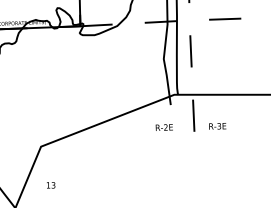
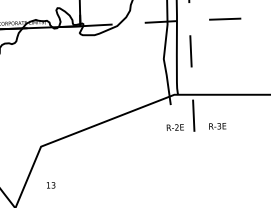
text at (163, 127) position: (163, 127) -> (174, 127)
